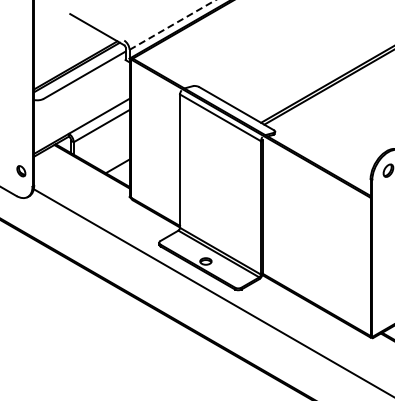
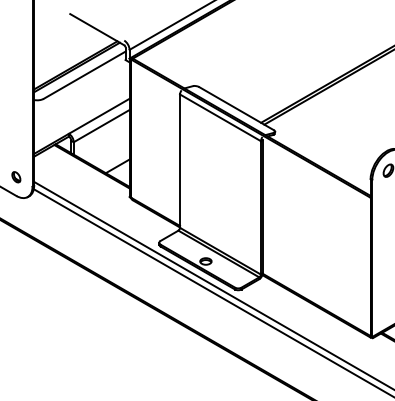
line at (172, 24): dashed -> solid
part at (21, 171) position: (21, 171) -> (16, 177)
line at (212, 284): none -> present
